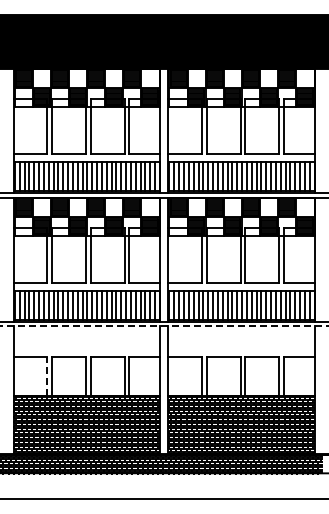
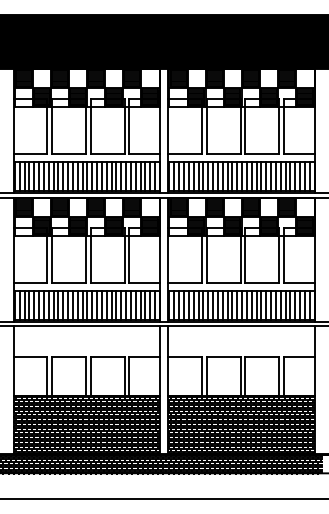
line at (164, 326): dashed -> solid
line at (47, 375): dashed -> solid
